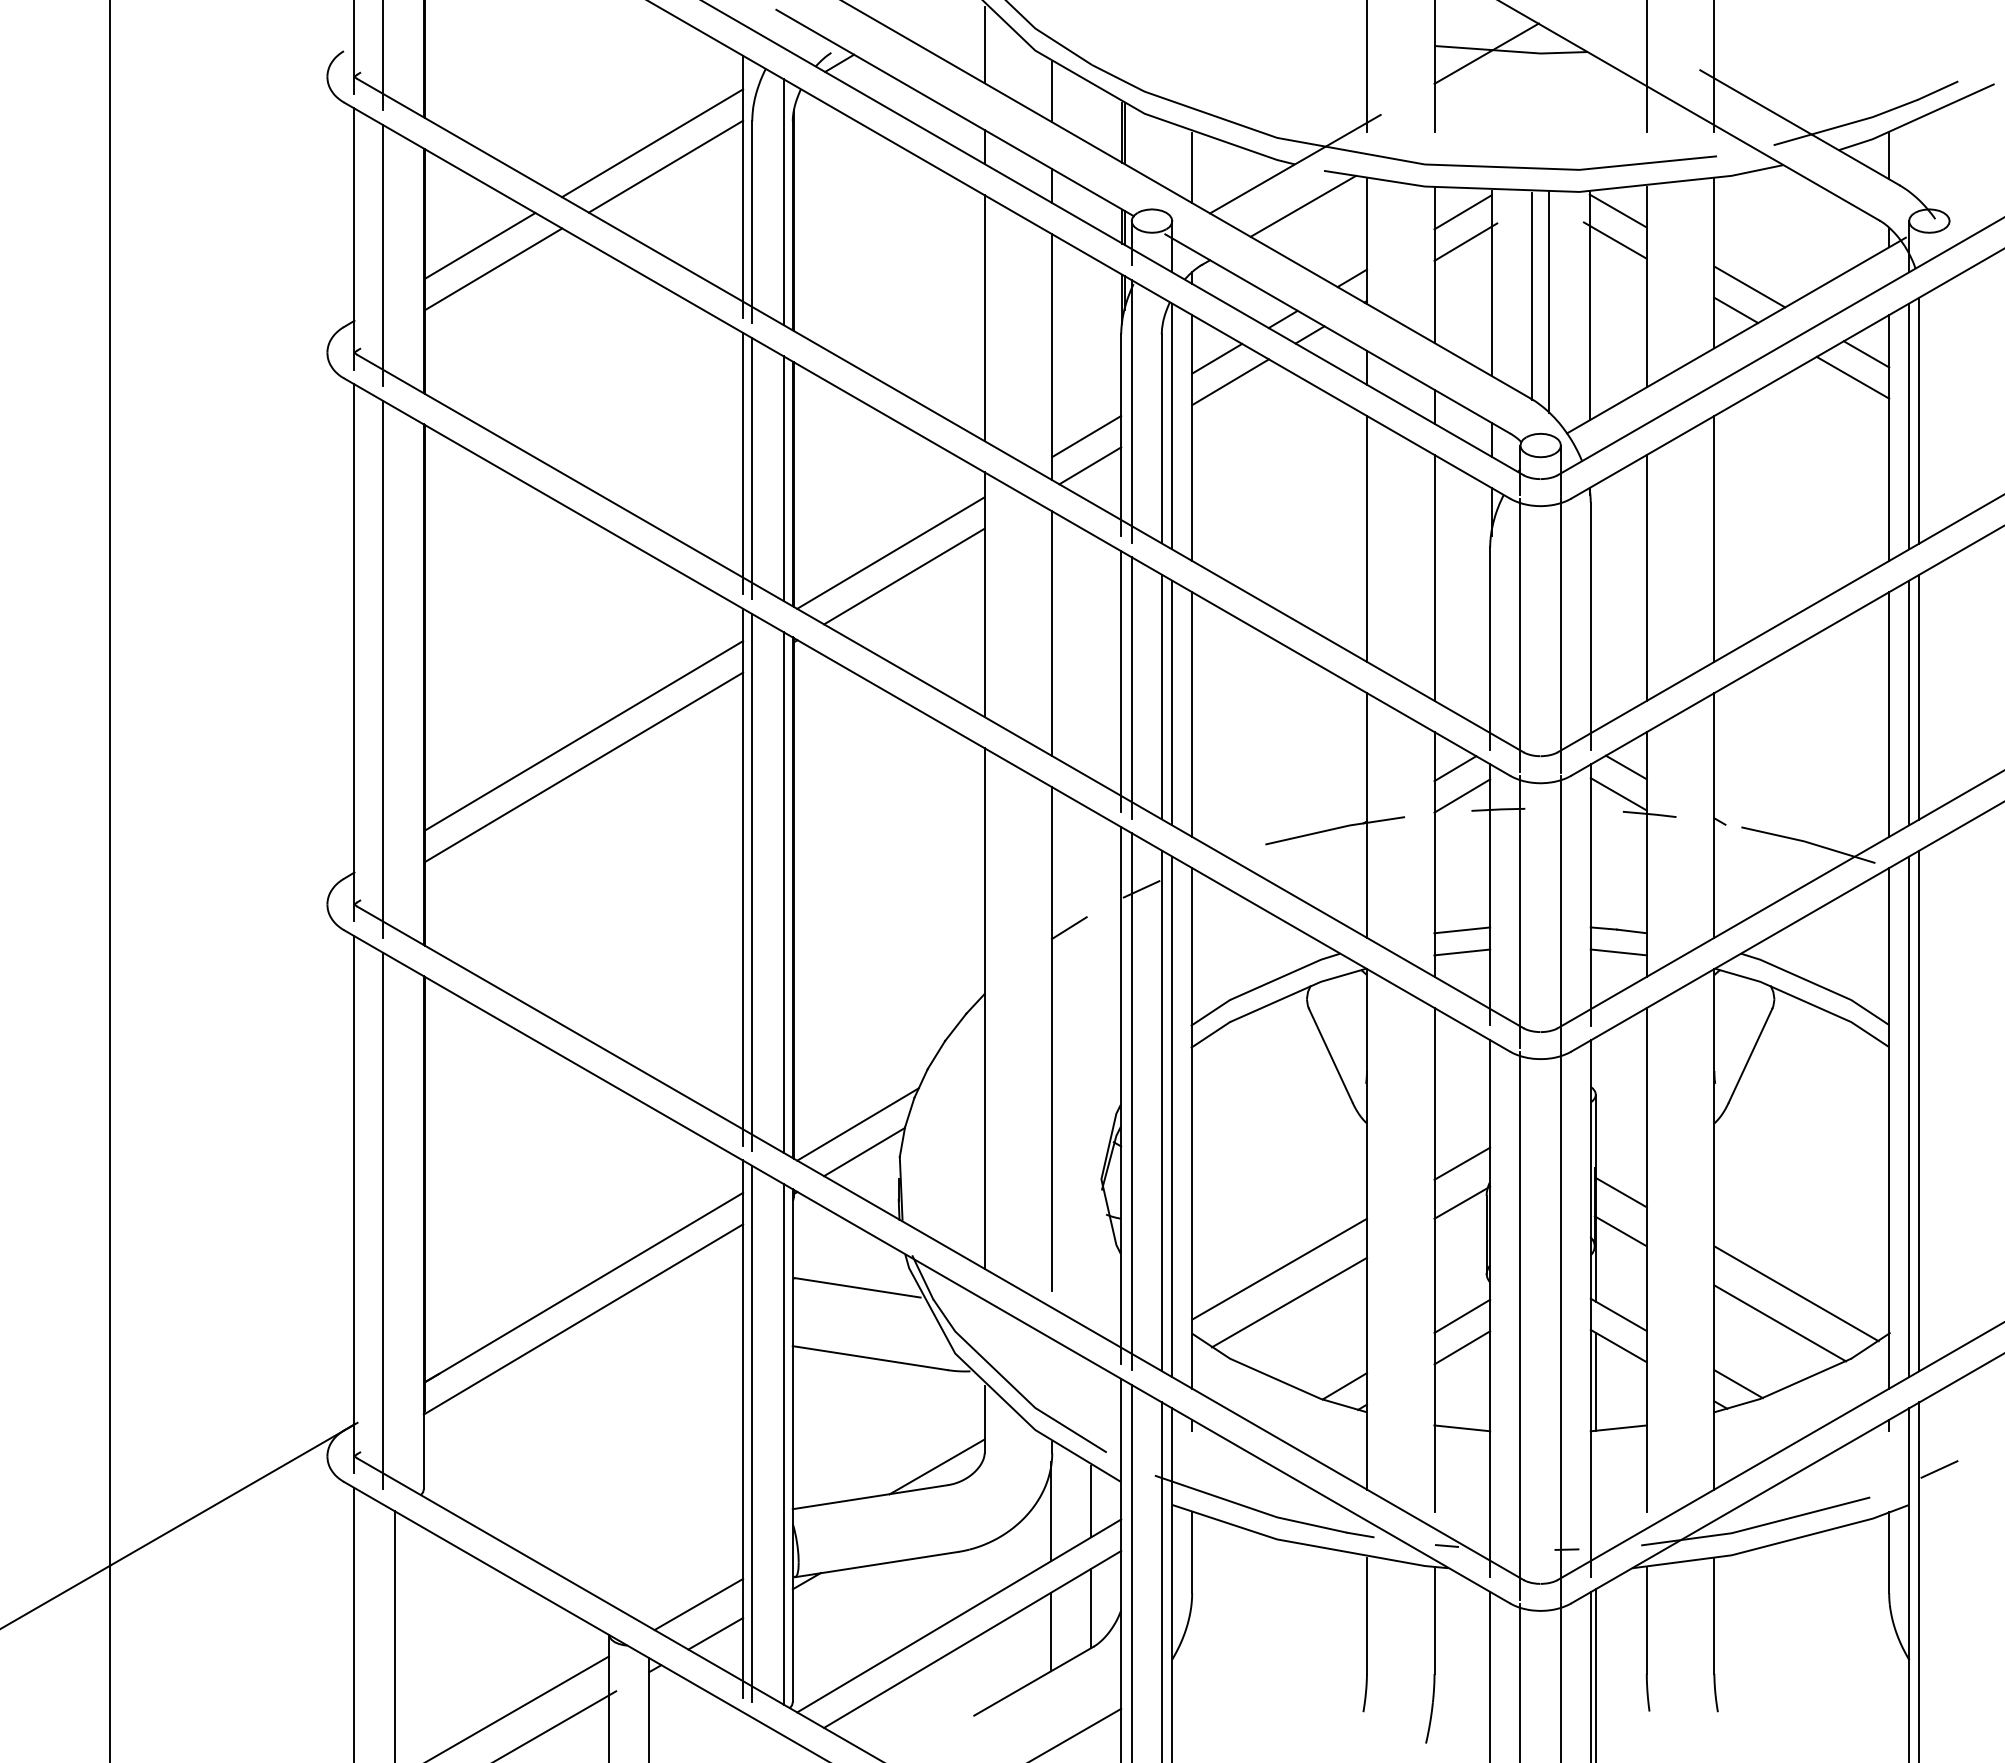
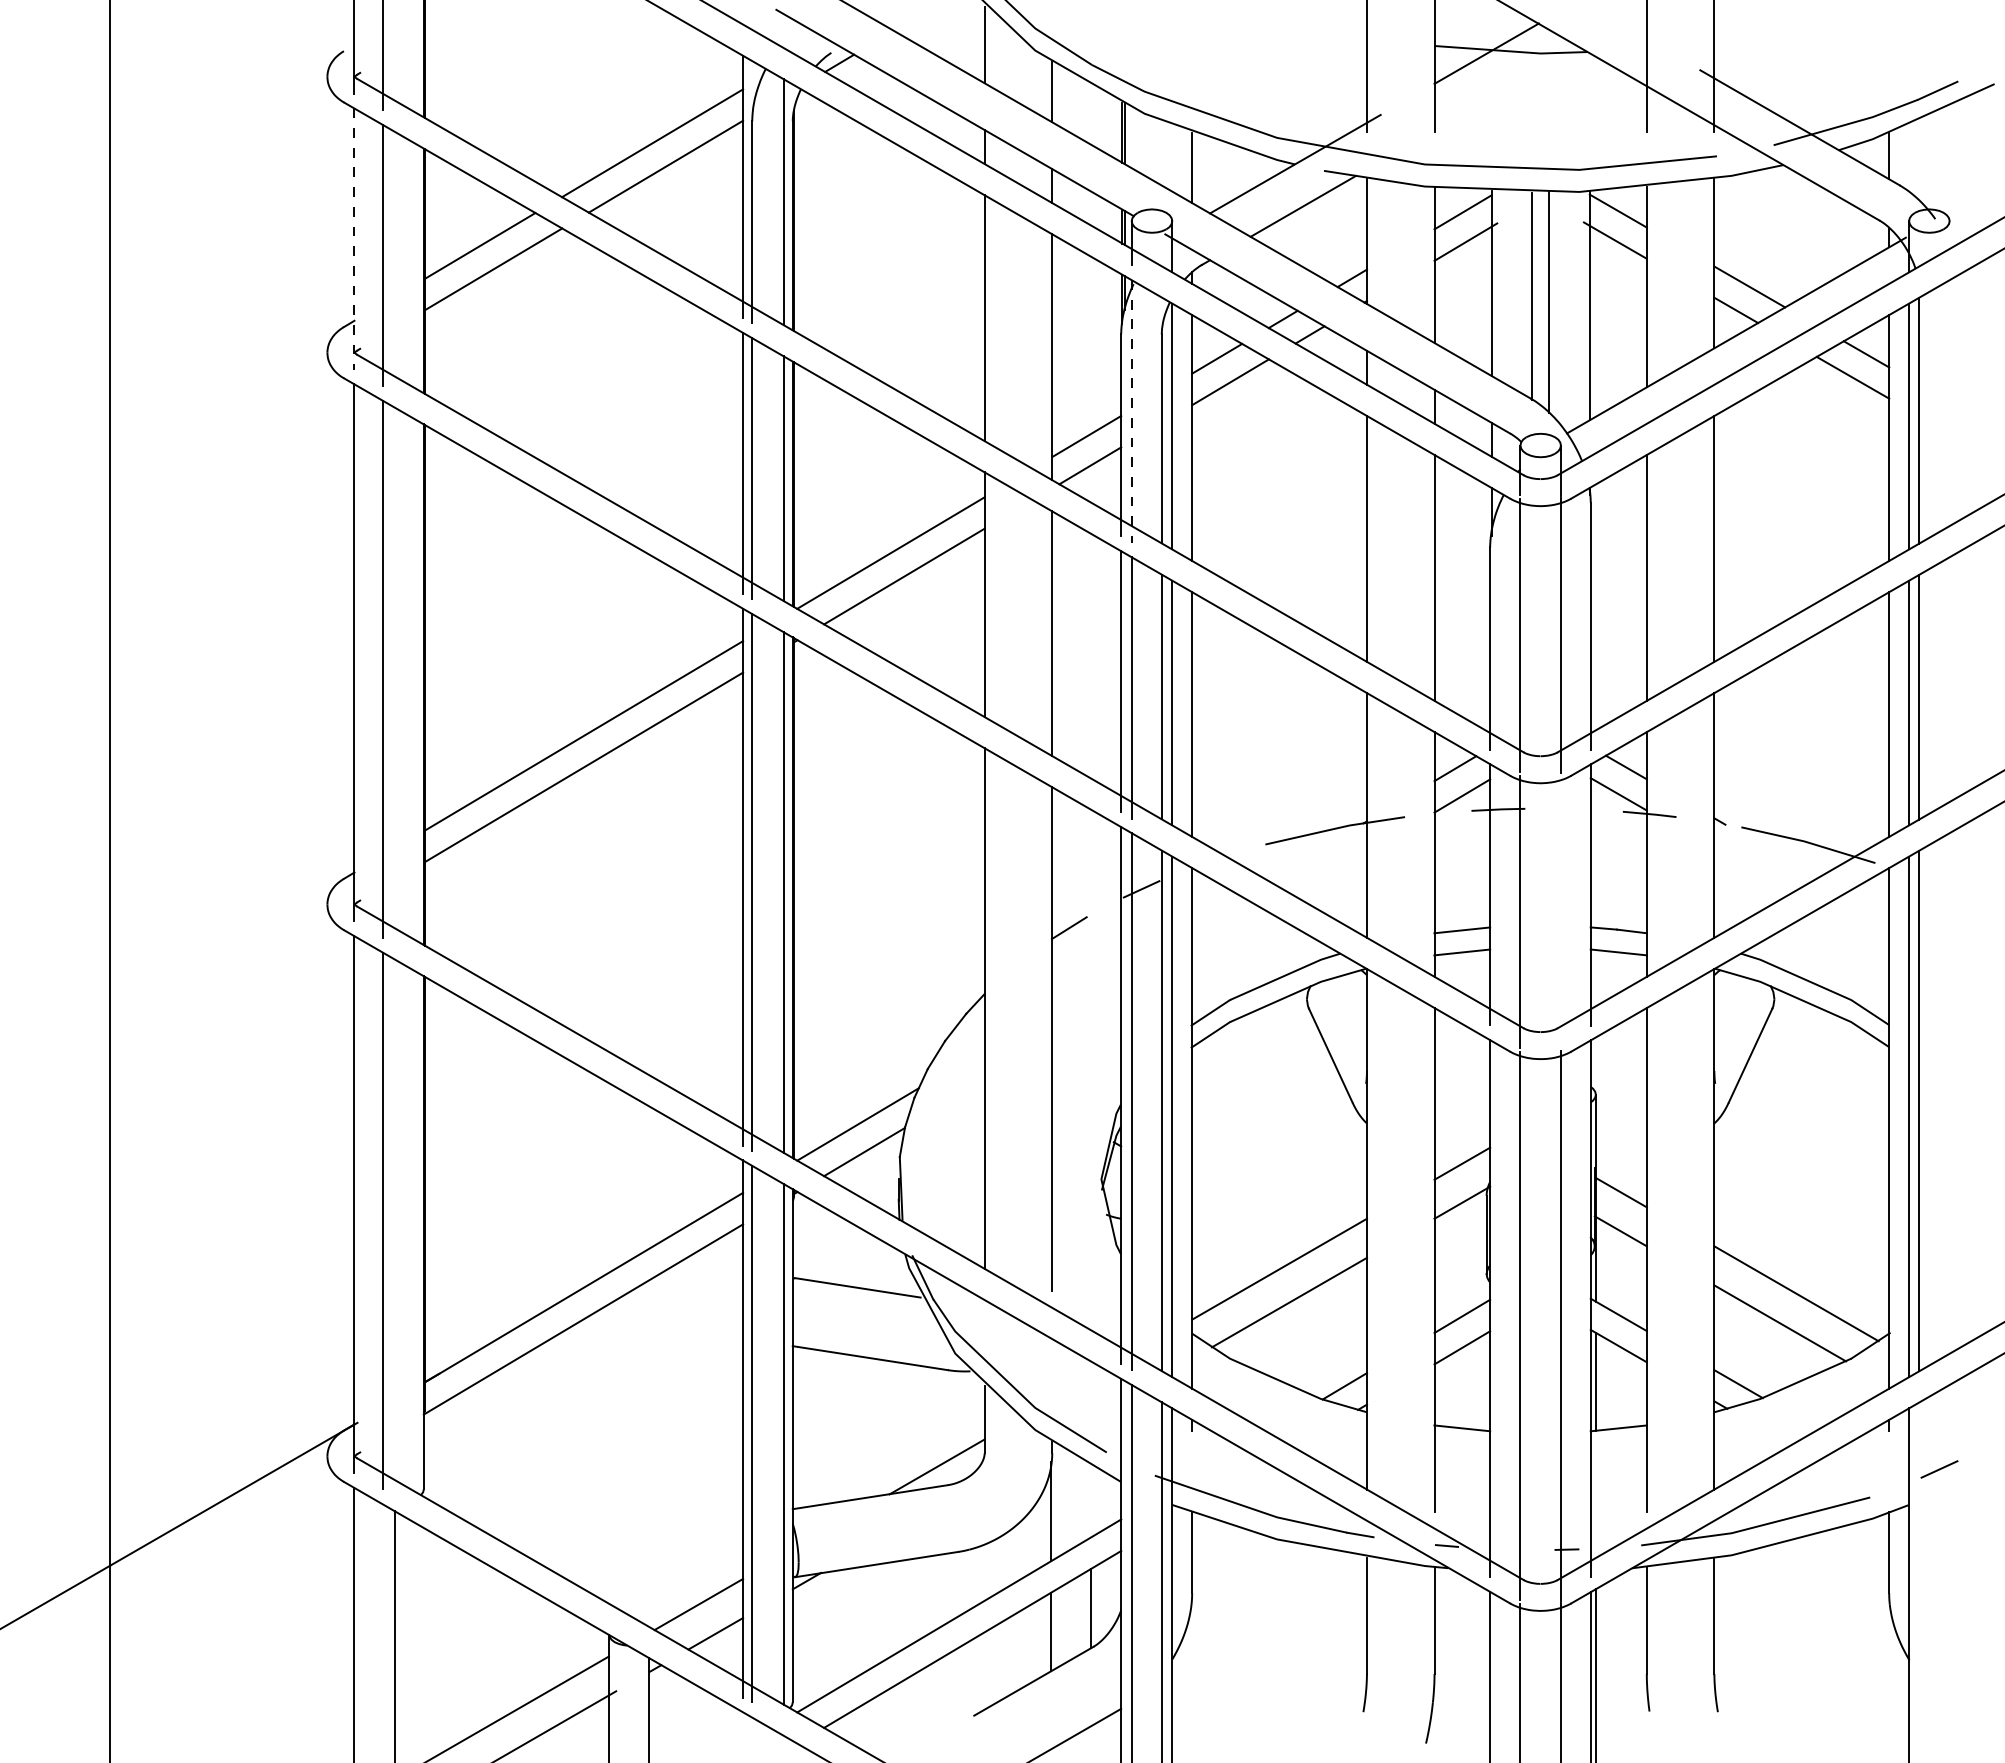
line at (354, 239): solid -> dashed
line at (1131, 411): solid -> dashed
line at (1560, 911): present -> none
line at (1091, 1501): present -> none
line at (1919, 1580): present -> none
